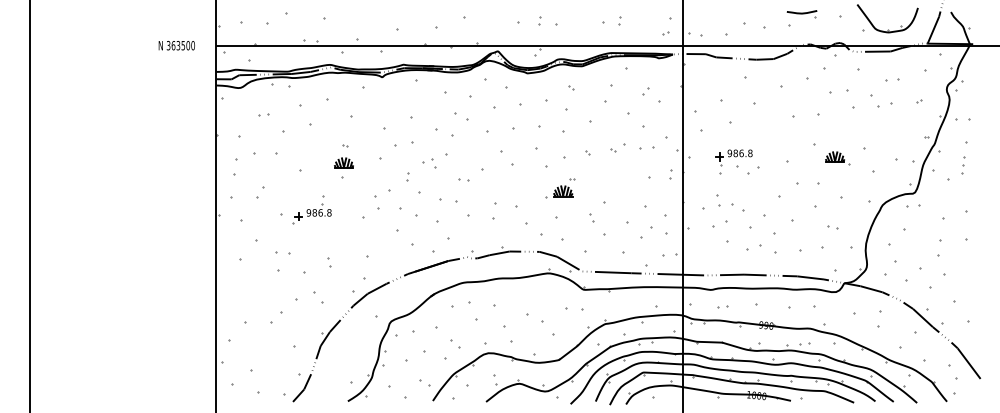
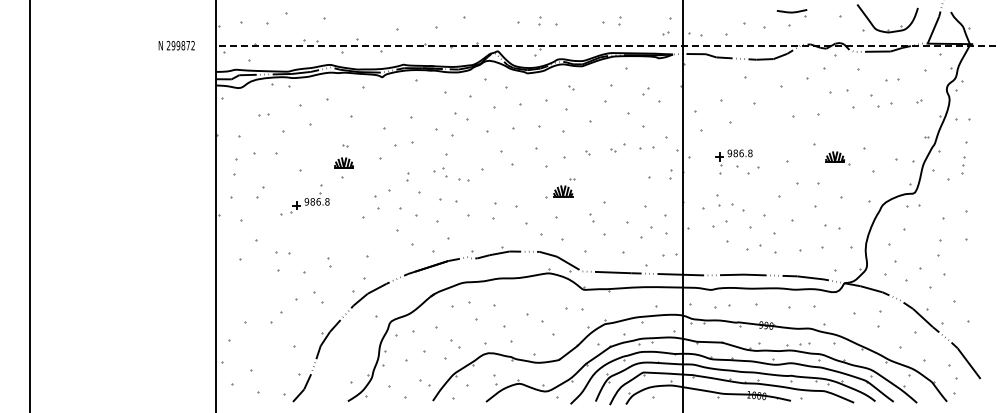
part at (801, 14) position: (801, 14) -> (791, 13)
text at (180, 45): 363500 -> 299872
line at (607, 45): solid -> dashed
part at (429, 163) position: (429, 163) -> (440, 172)
part at (311, 209) position: (311, 209) -> (309, 198)
part at (832, 227) size: 12x5 px -> 17x6 px
part at (722, 306) size: 12x4 px -> 17x5 px
